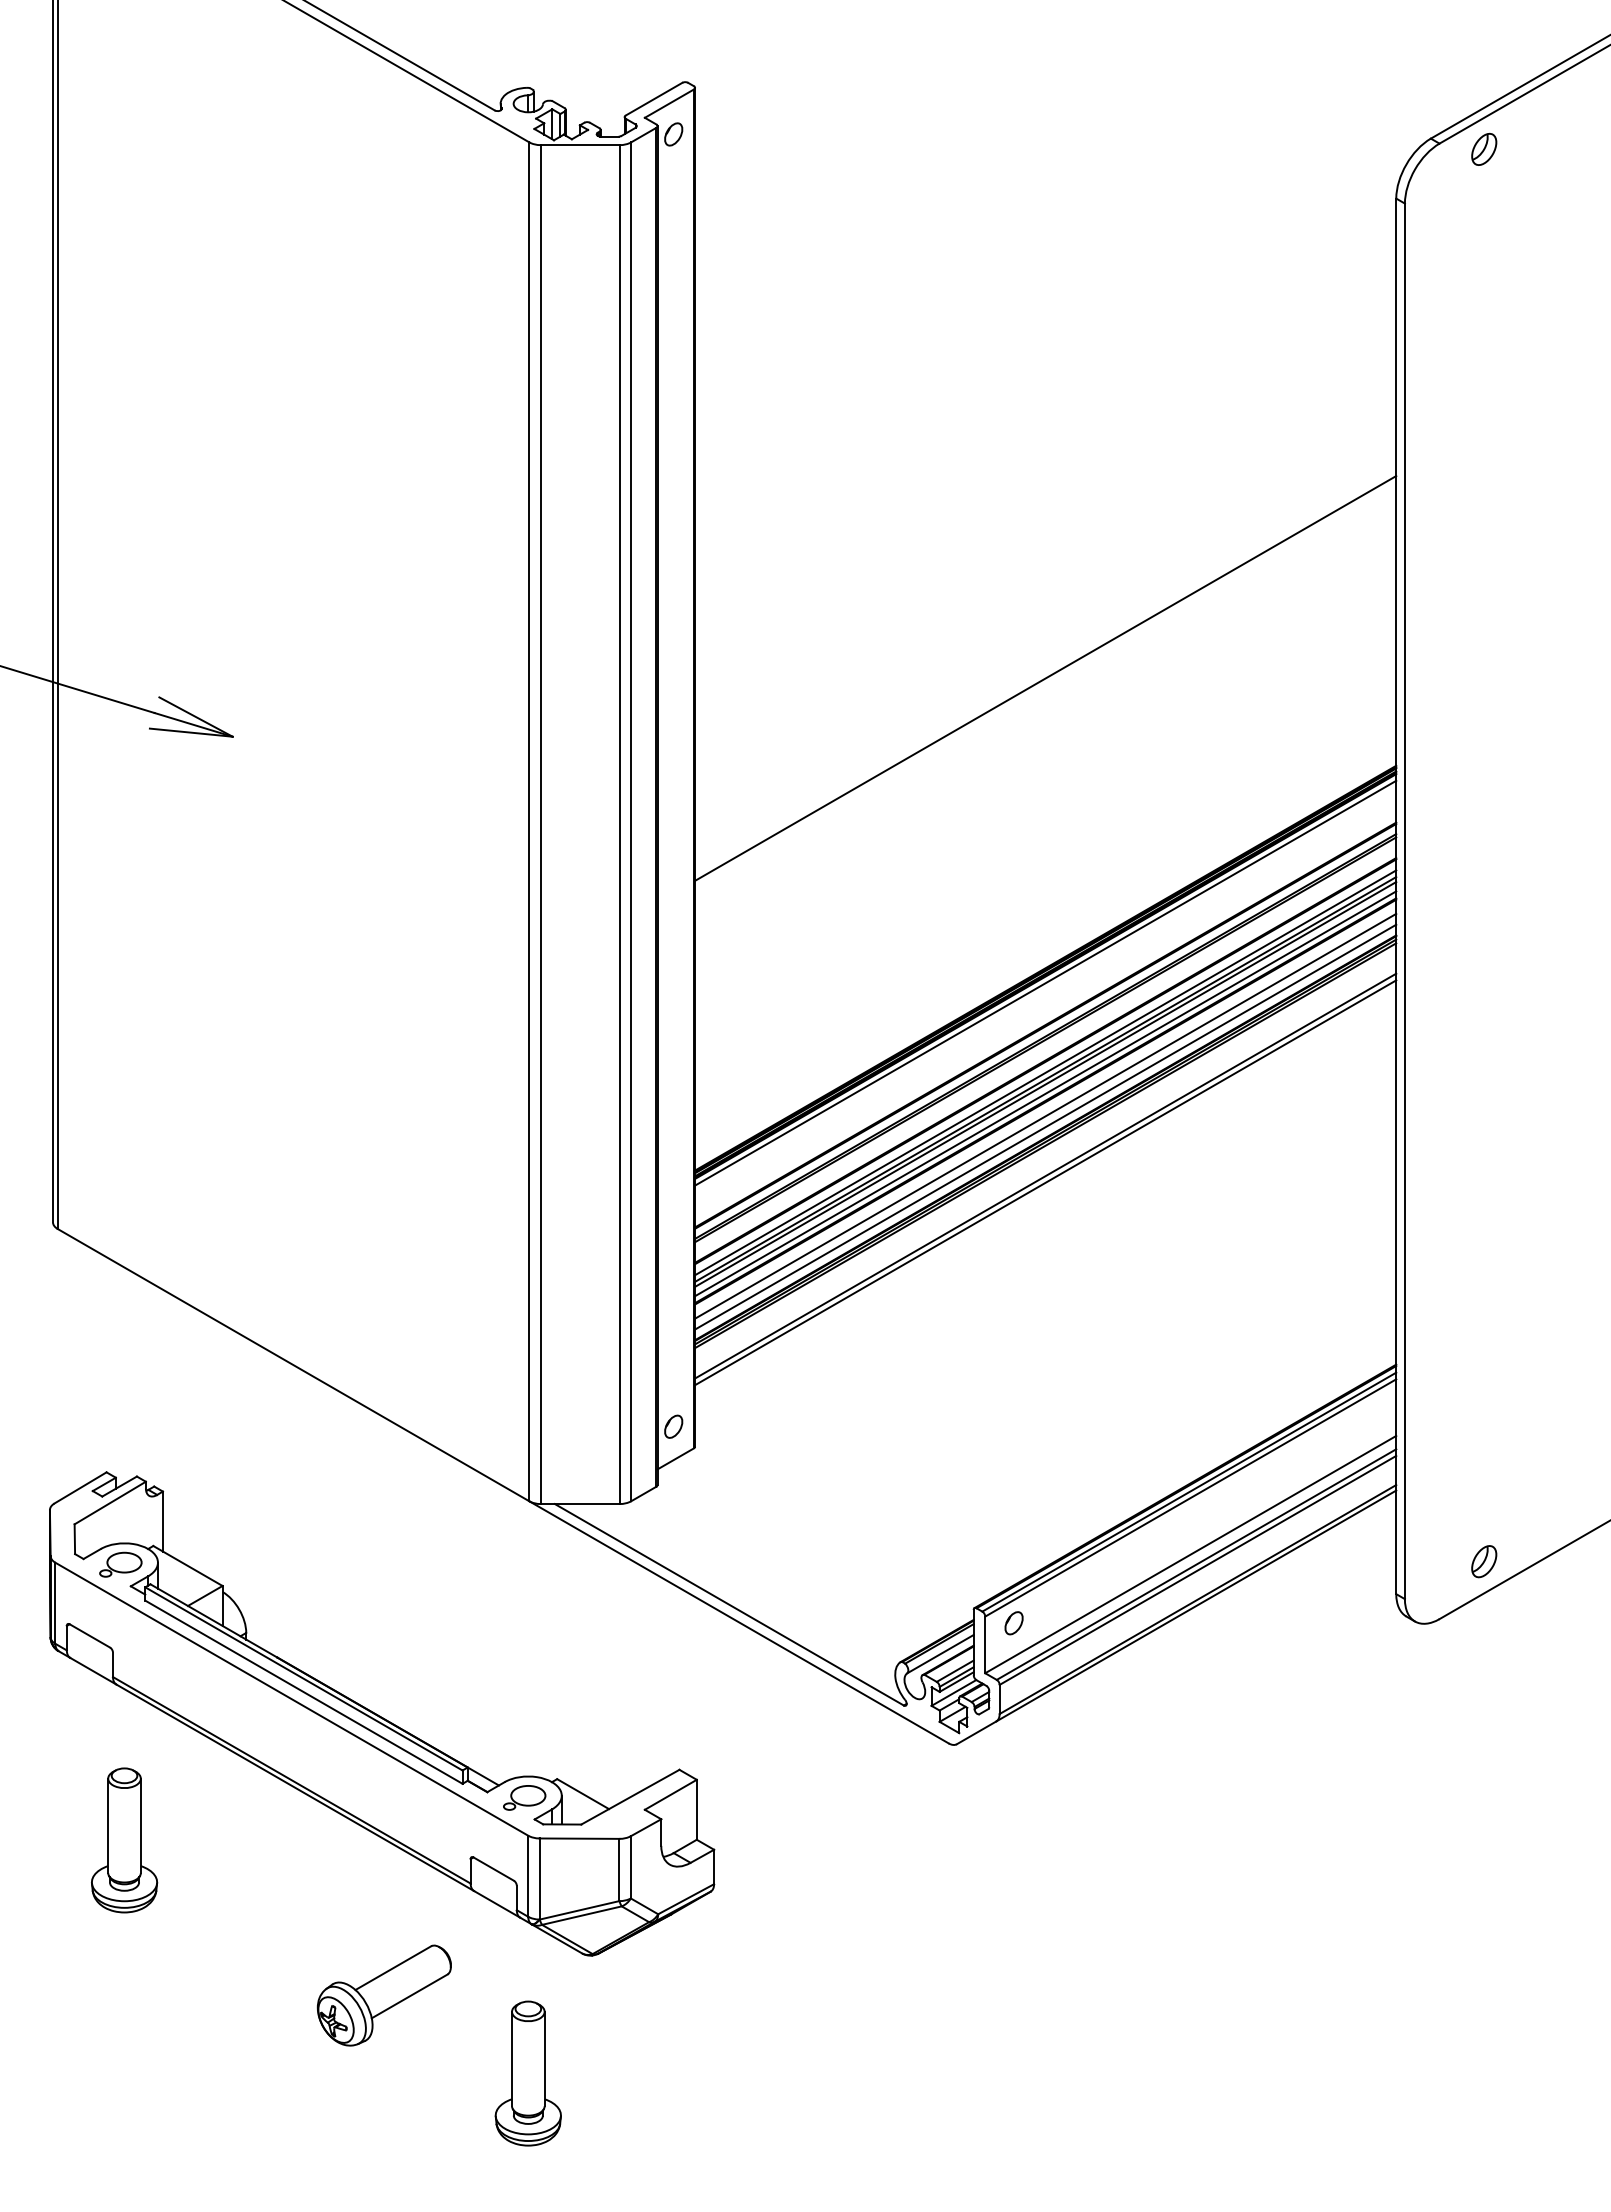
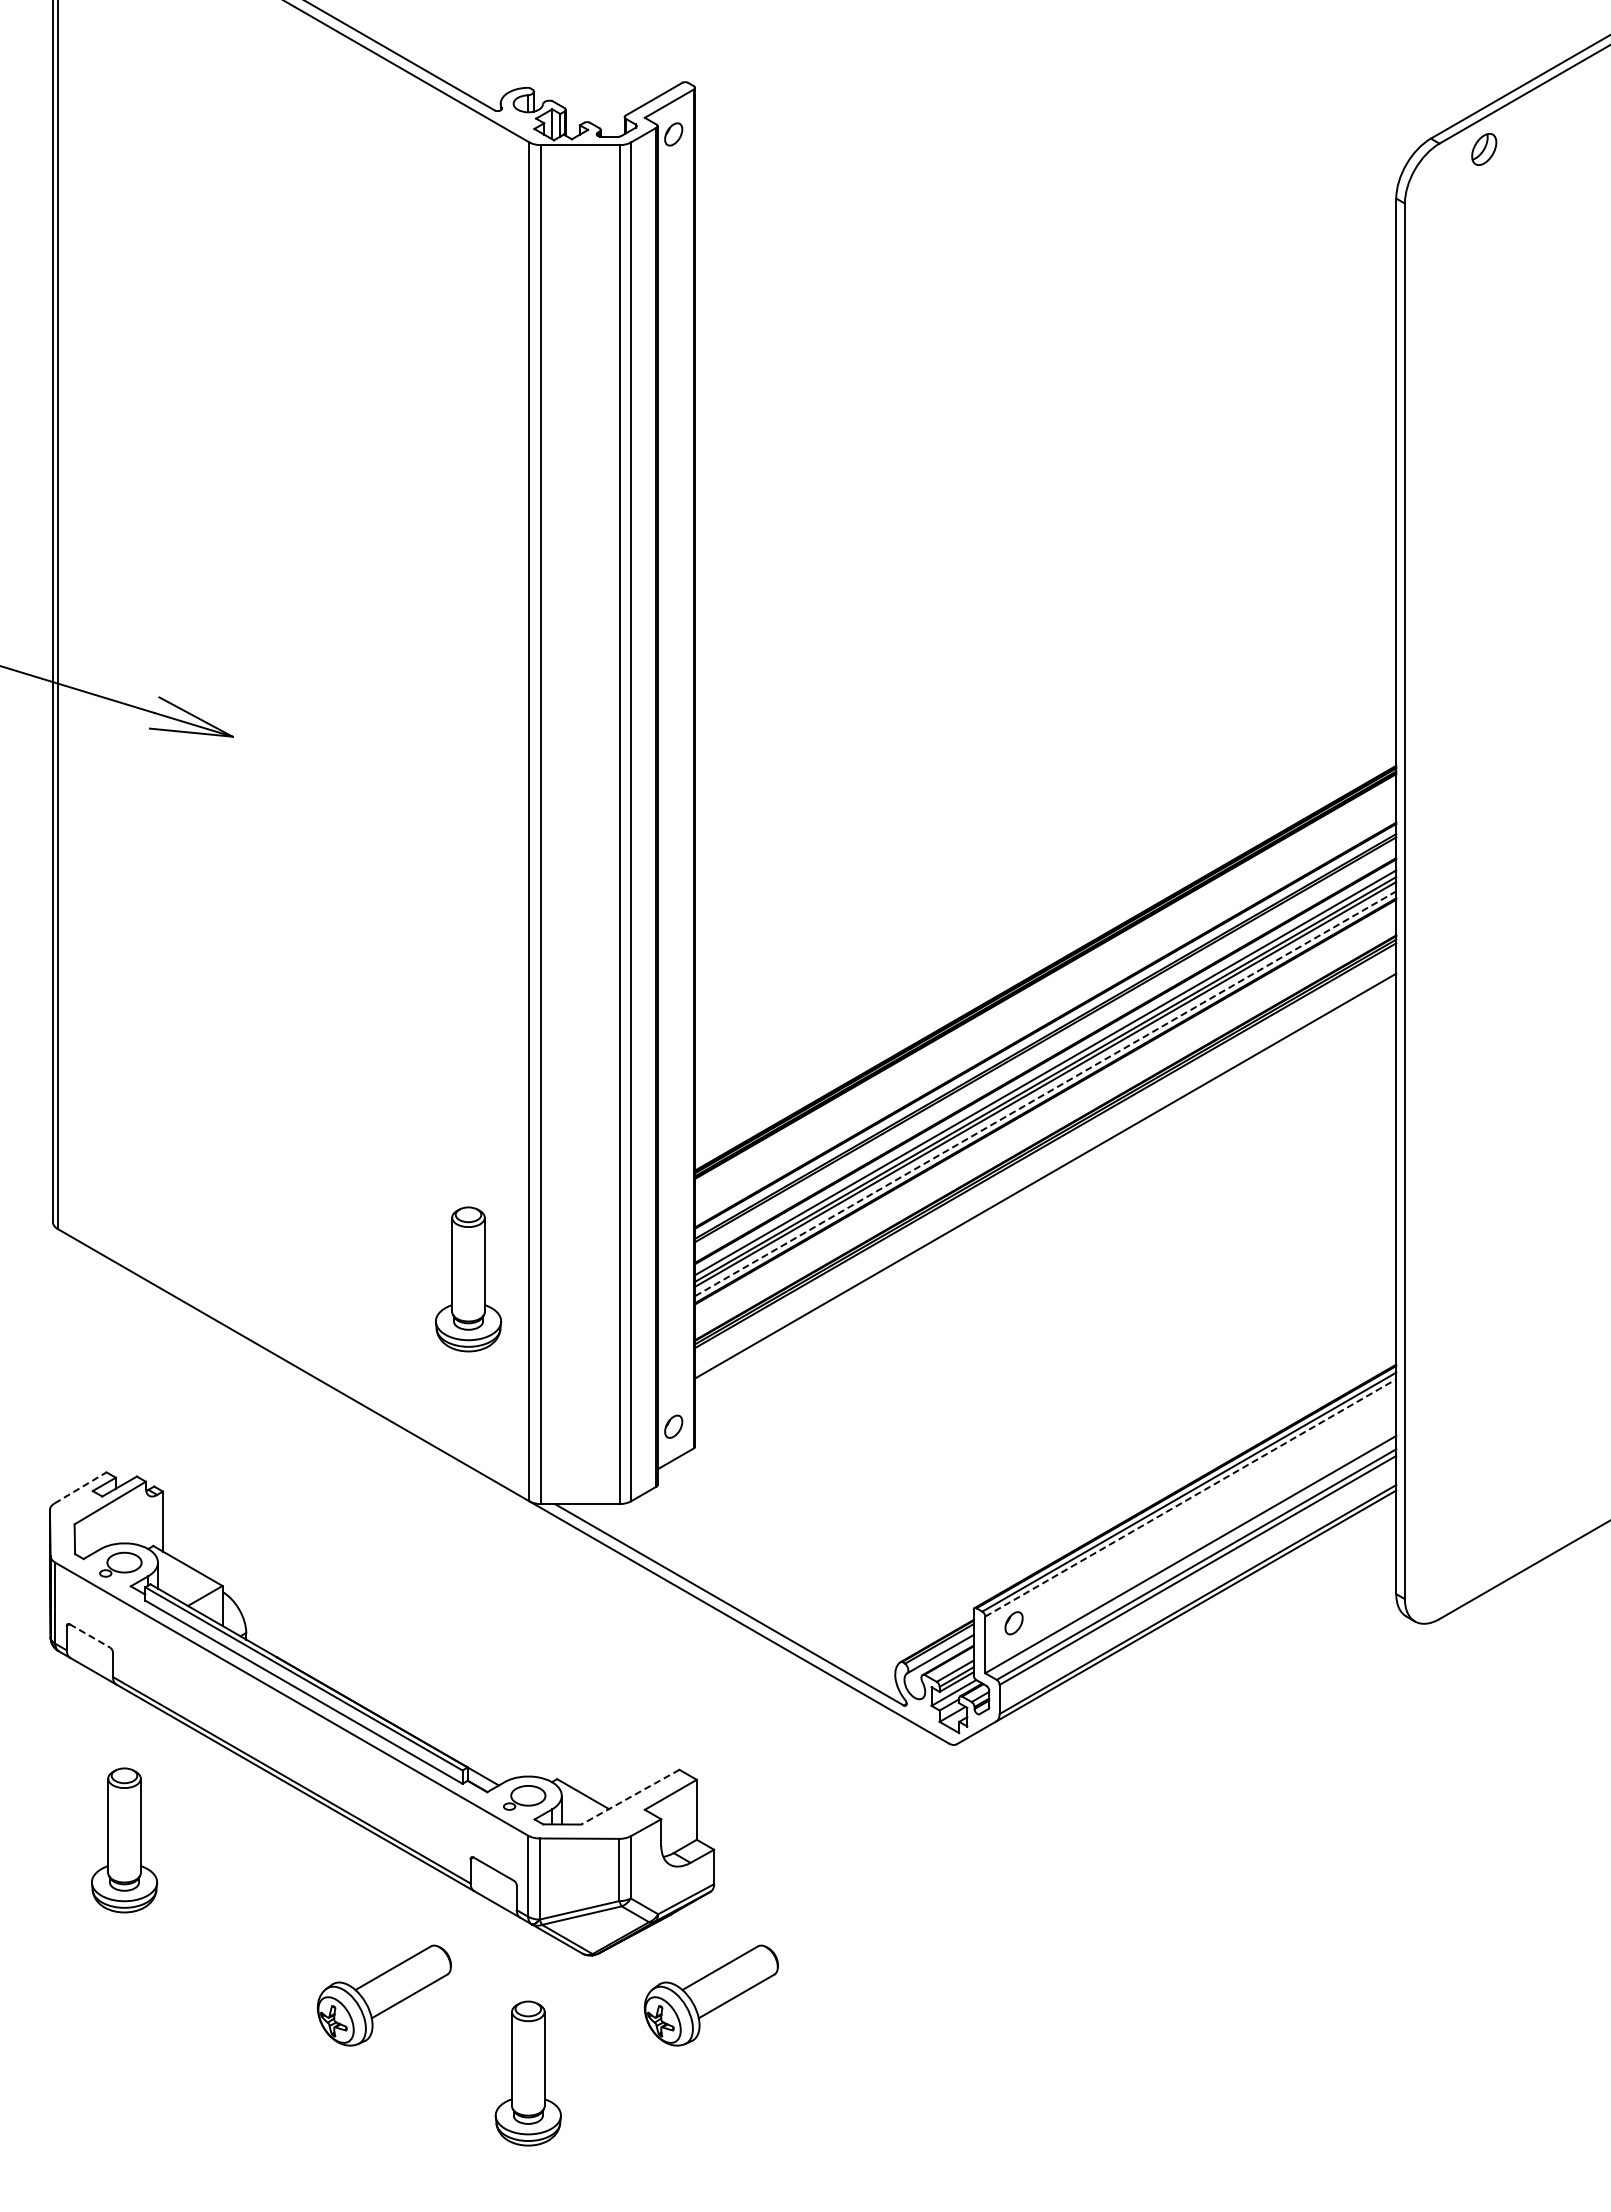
line at (1045, 678): present -> none
line at (1045, 982): present -> none
line at (1045, 1093): solid -> dashed
line at (1045, 1115): present -> none
line at (1045, 1126): present -> none
line at (1045, 1182): present -> none
part at (468, 1279): none -> present
line at (80, 1487): solid -> dashed
line at (1191, 1497): solid -> dashed
part at (1484, 1561): present -> none
line at (90, 1636): solid -> dashed
line at (629, 1797): solid -> dashed
part at (710, 1995): none -> present
